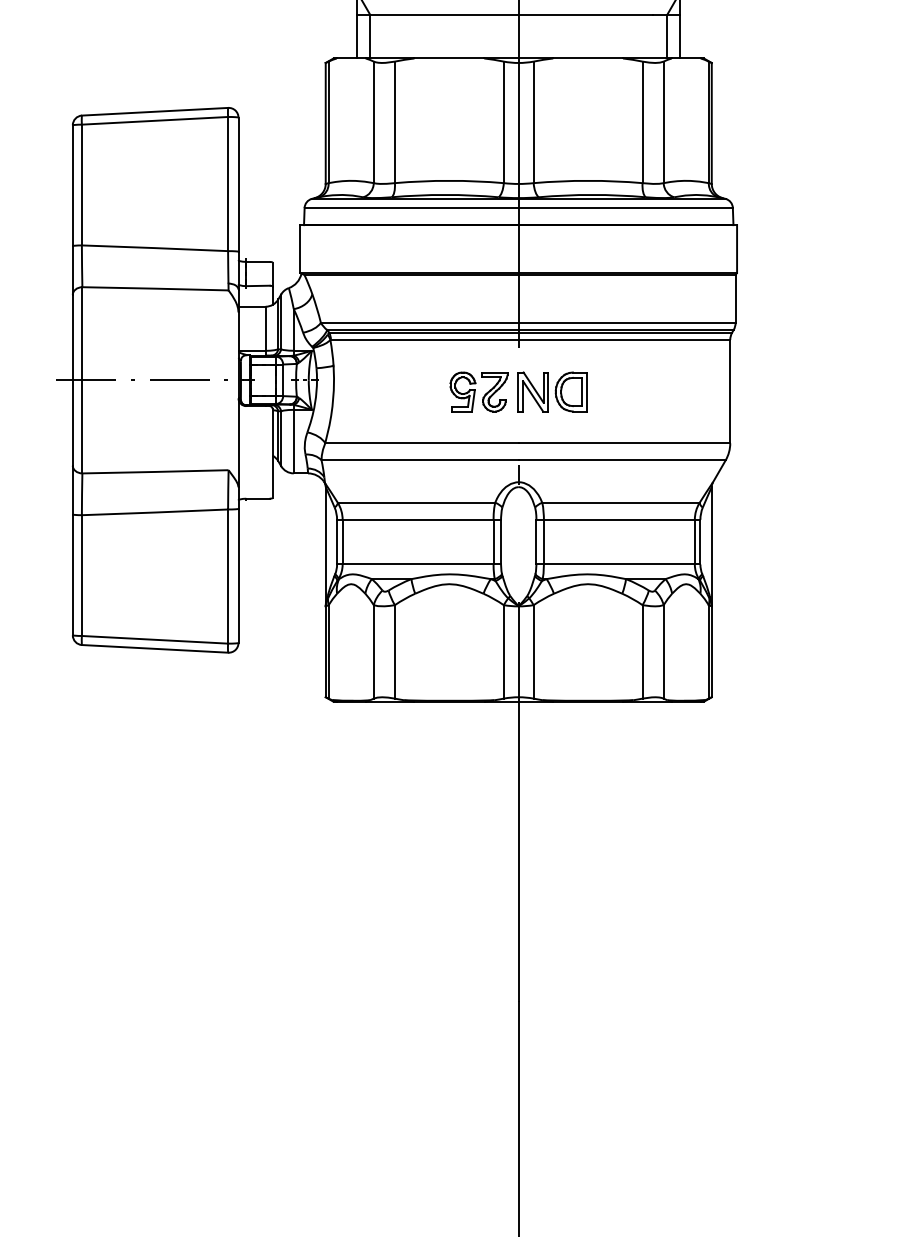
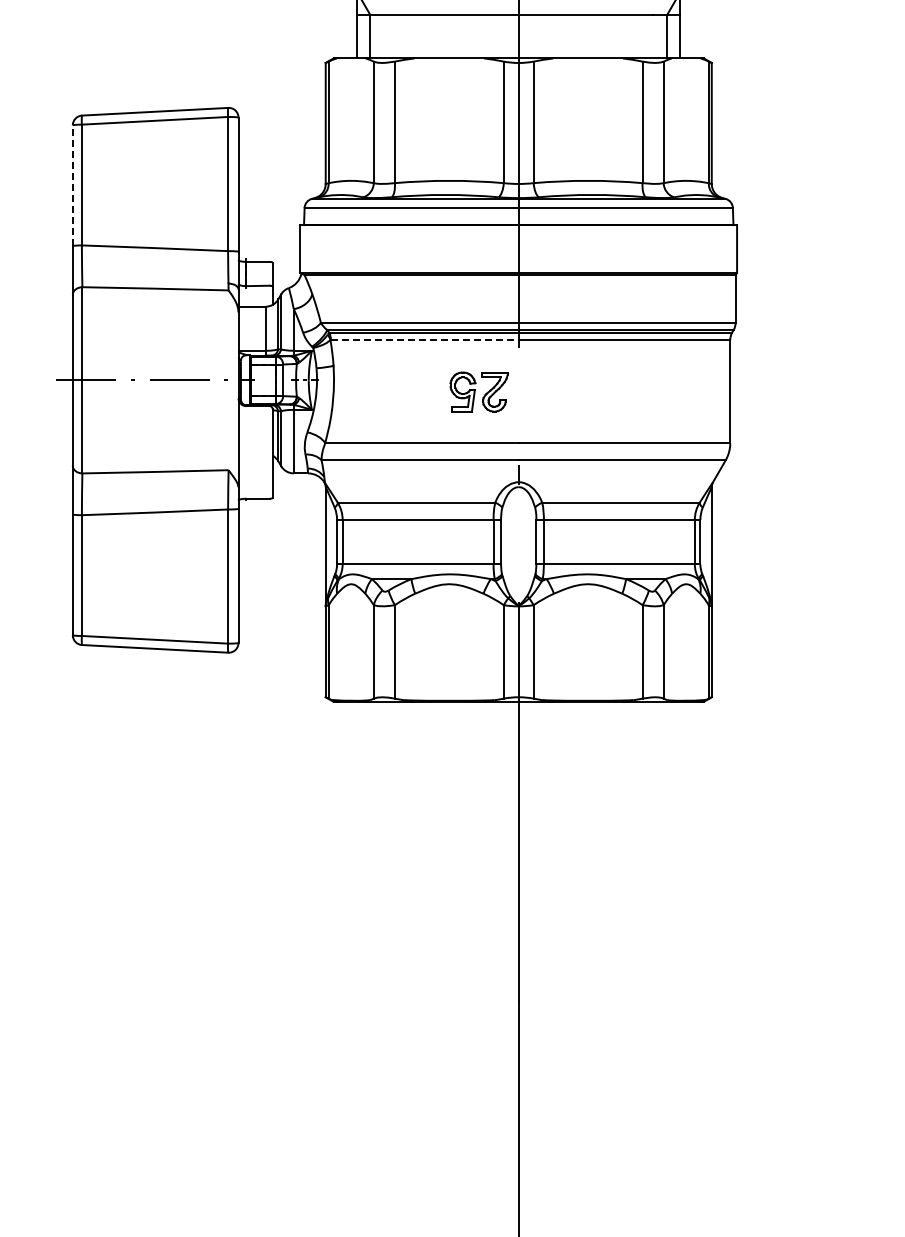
line at (72, 185): solid -> dashed
line at (424, 339): solid -> dashed
part at (552, 391): present -> none
